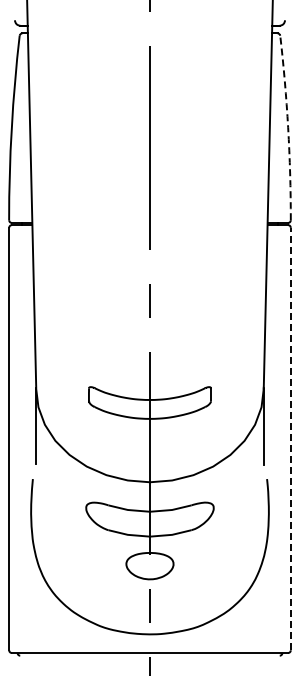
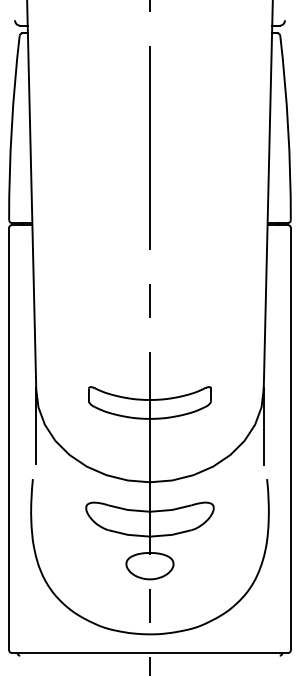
arc at (288, 127): dashed -> solid
line at (290, 438): dashed -> solid
